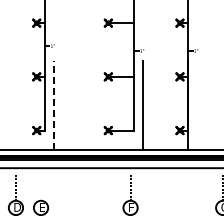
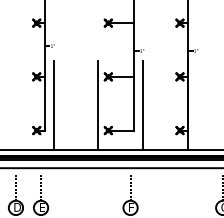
line at (53, 105): dashed -> solid
line at (98, 105): none -> present
line at (41, 187): none -> present
